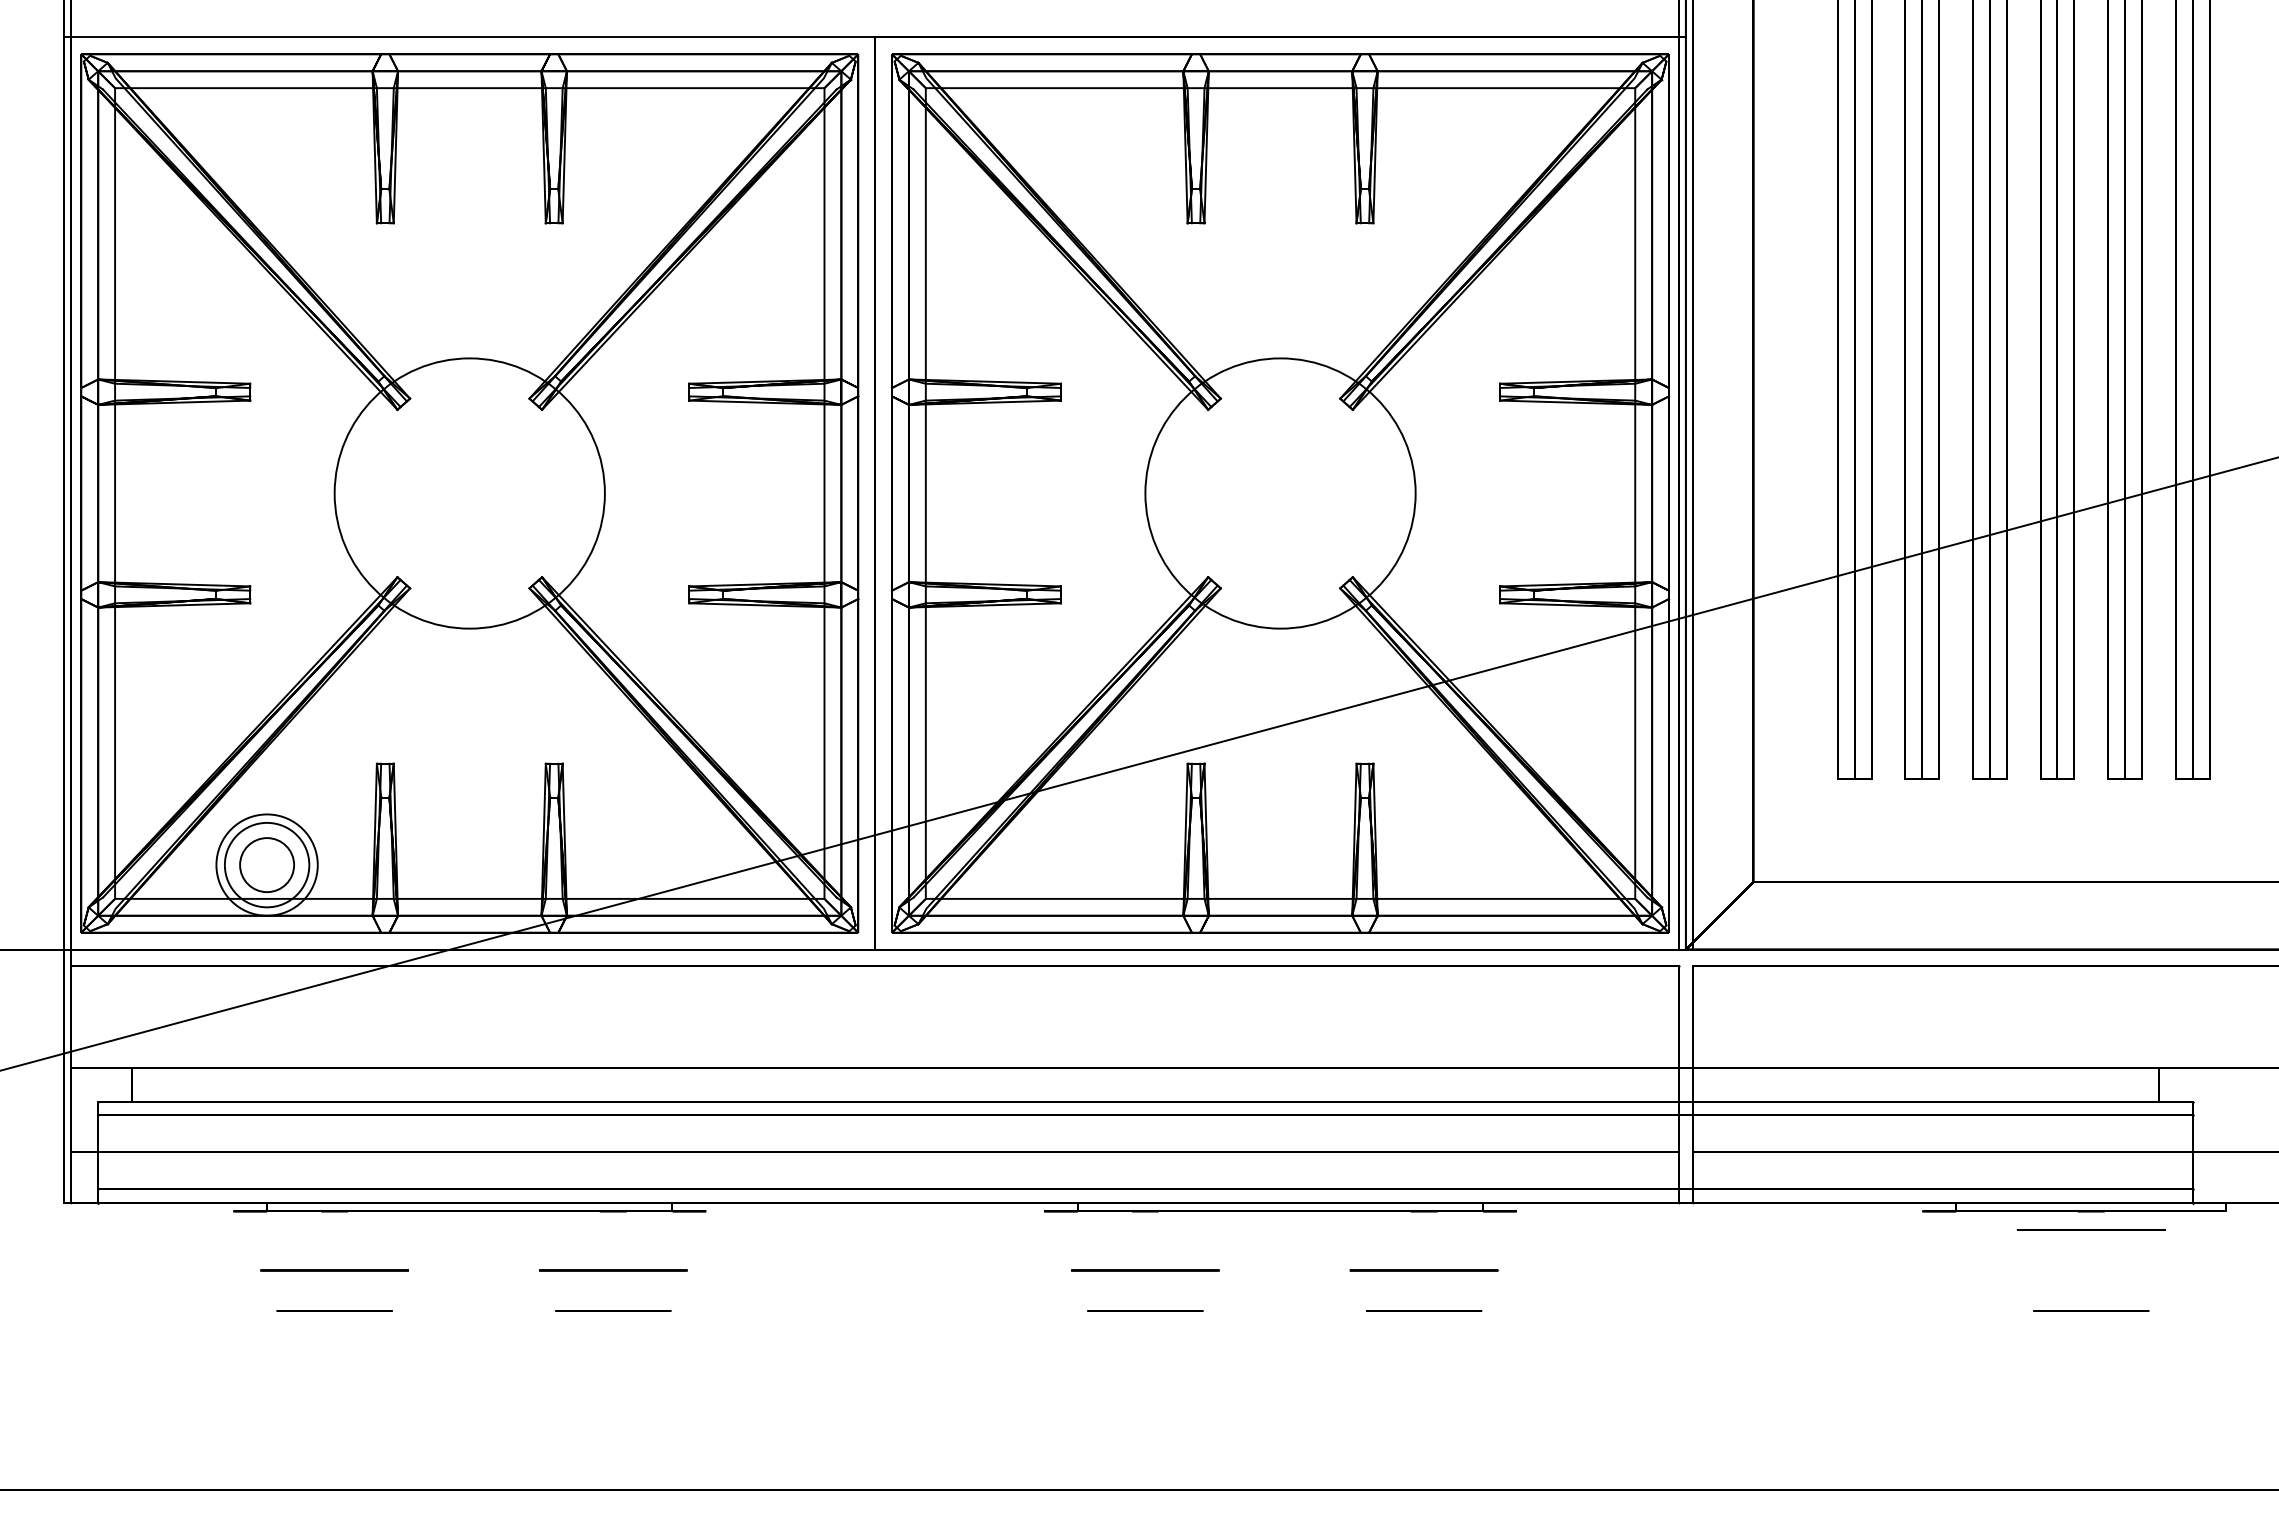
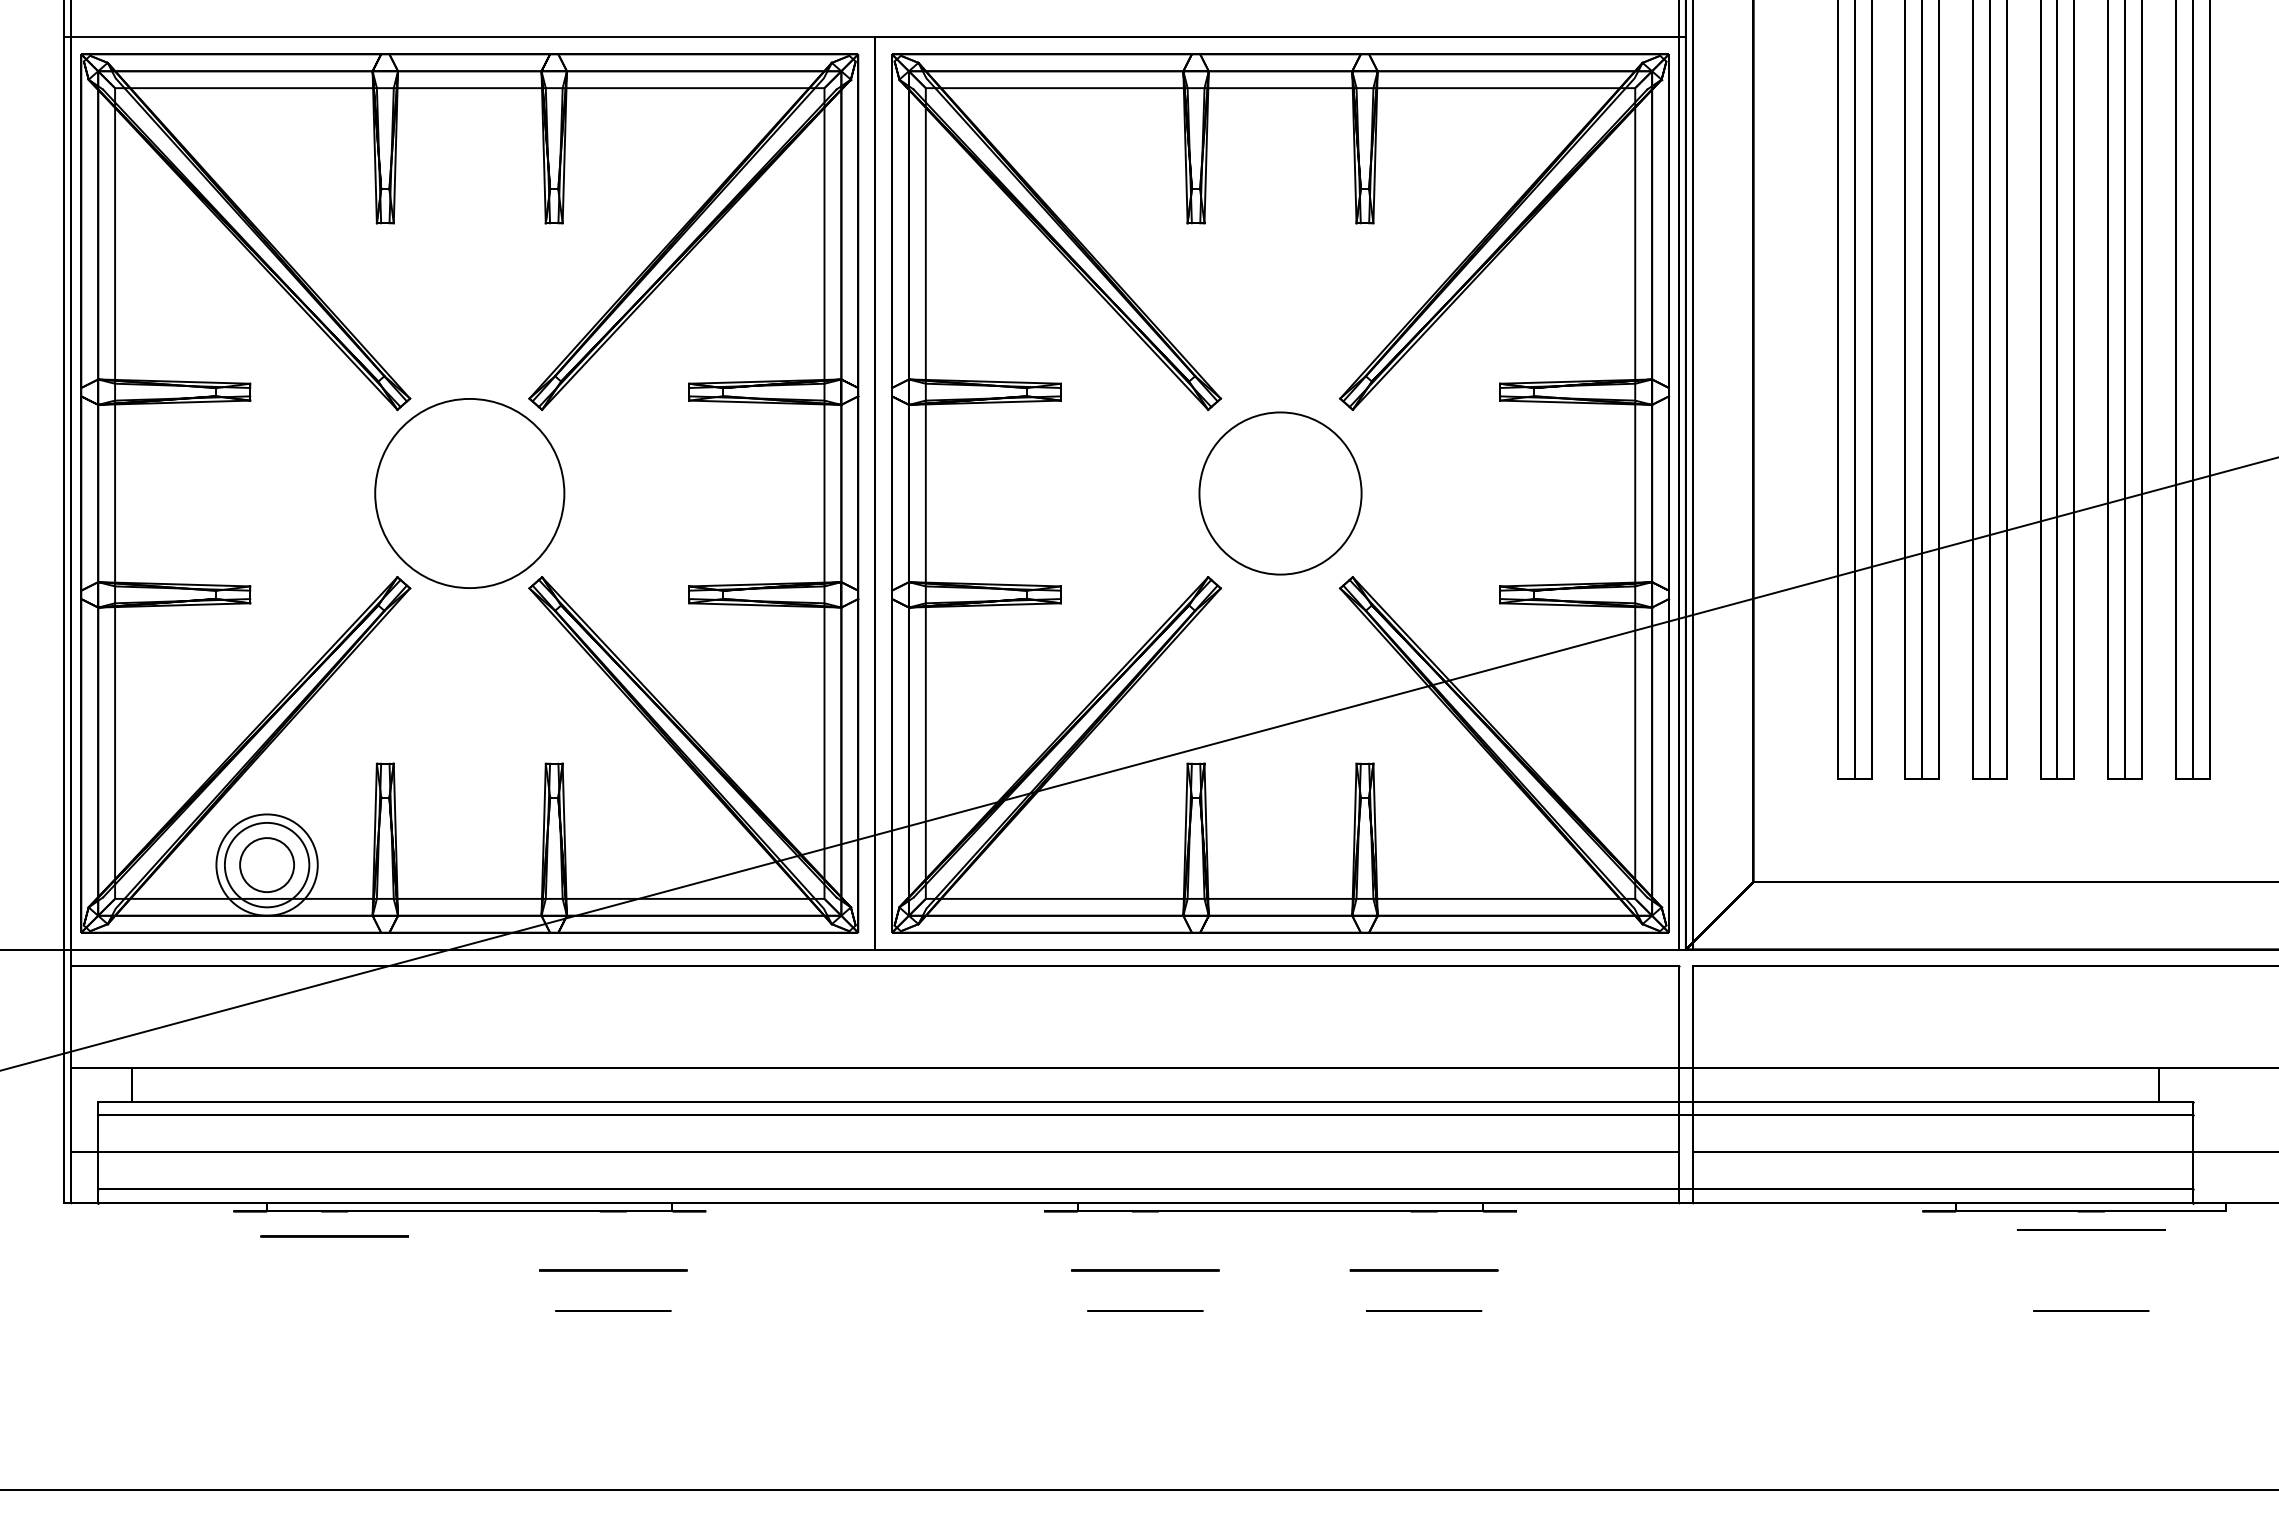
circle at (469, 493) diameter: 270 px -> 189 px
circle at (1280, 493) diameter: 270 px -> 162 px
circle at (334, 1270) position: (334, 1270) -> (334, 1236)
line at (334, 1310): present -> none
